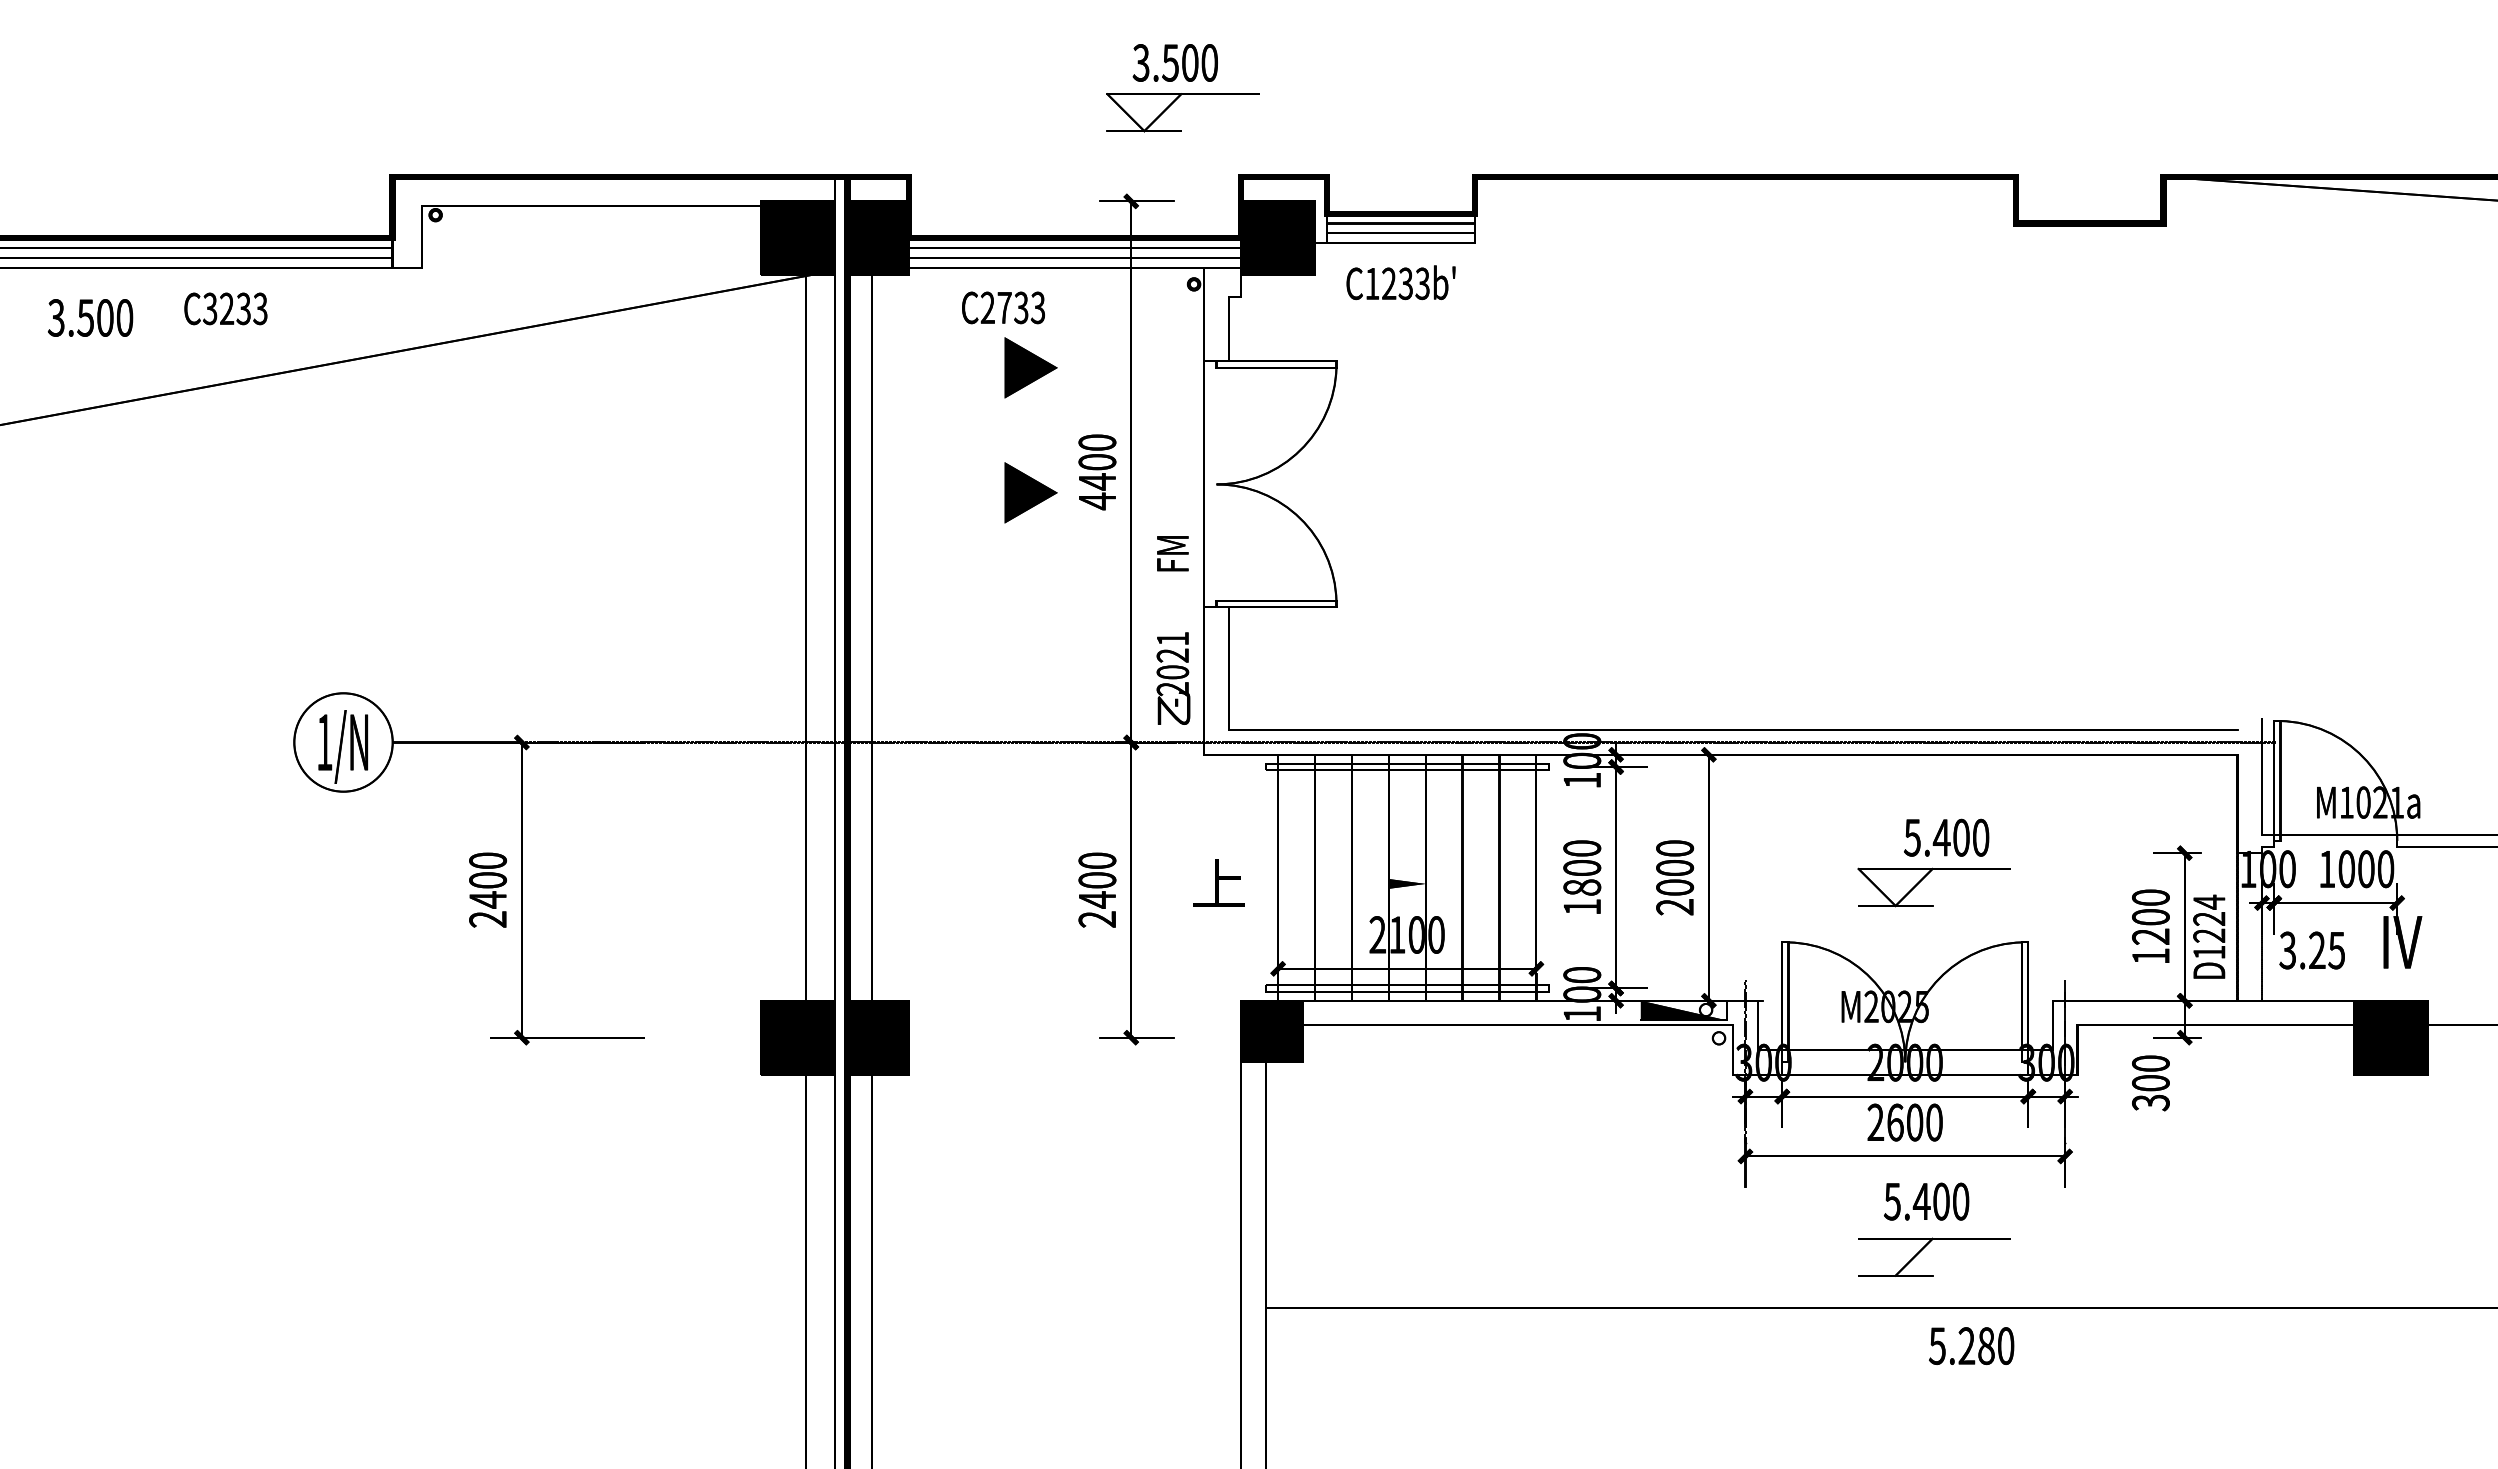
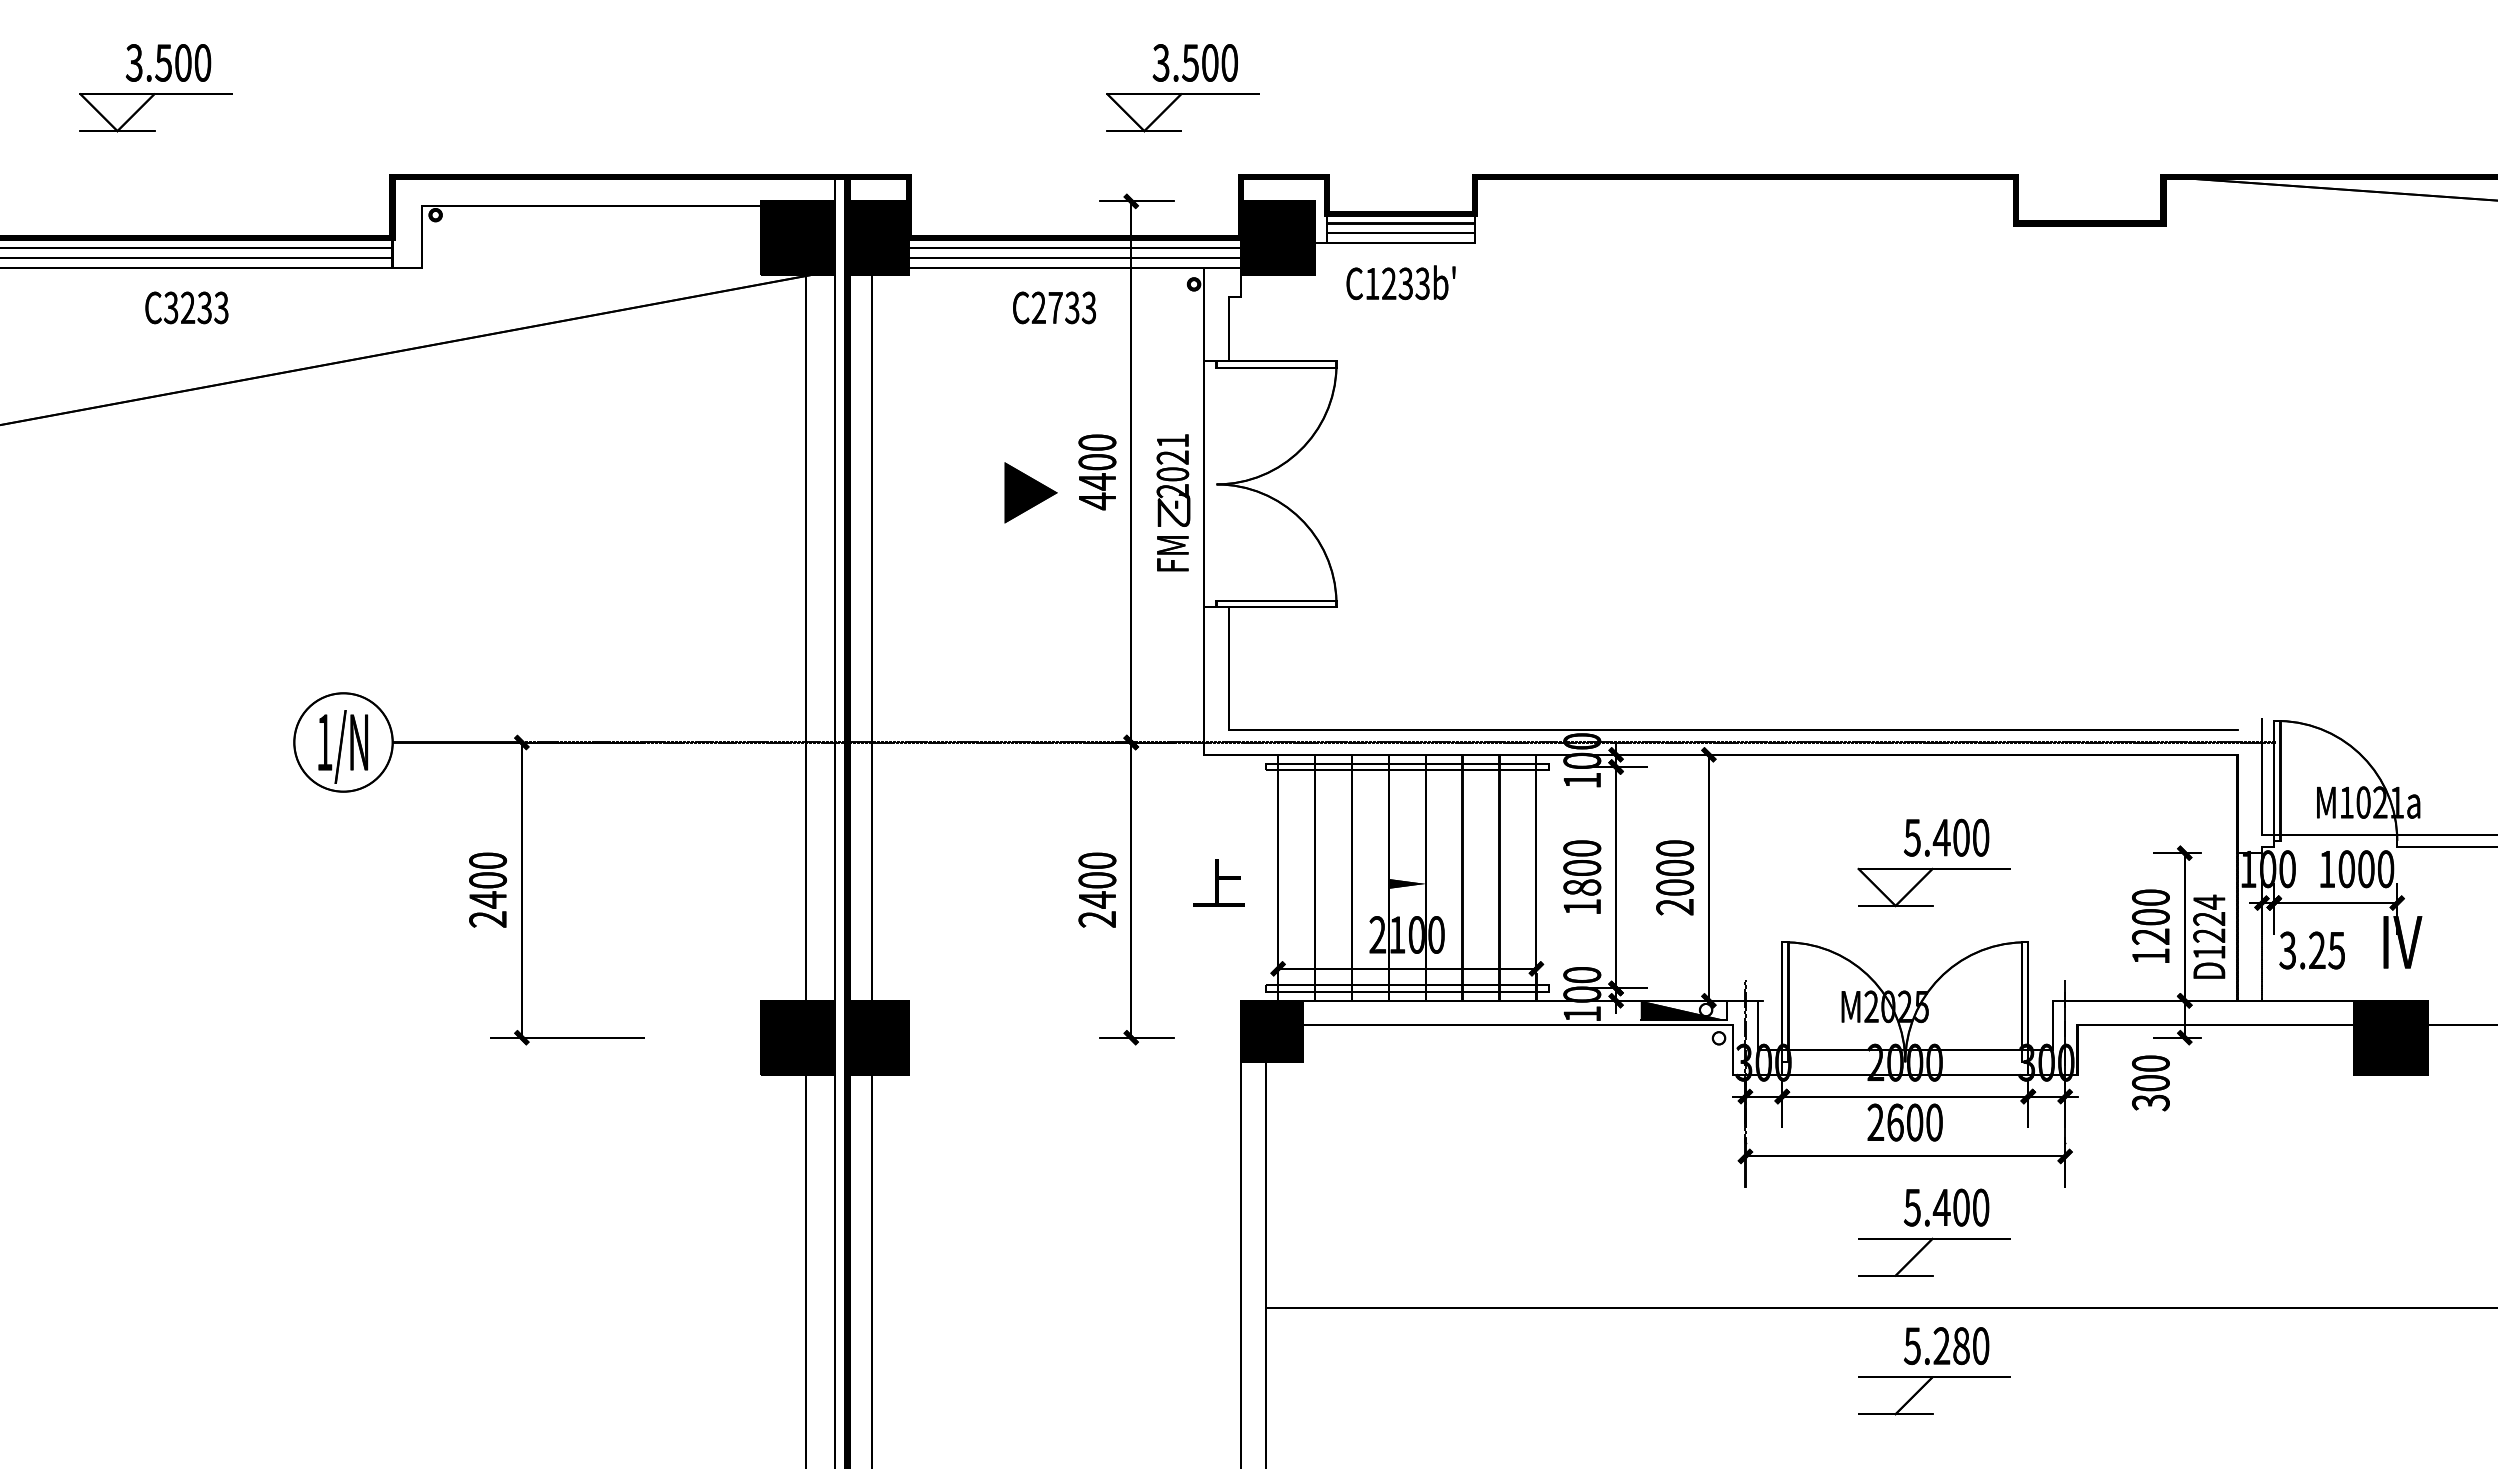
text at (1174, 62) position: (1174, 62) -> (1194, 62)
part at (146, 103): none -> present
text at (1003, 307) position: (1003, 307) -> (1054, 307)
text at (225, 308) position: (225, 308) -> (186, 307)
text at (90, 317) position: (90, 317) -> (168, 62)
part at (1030, 367): present -> none
text at (1173, 678) position: (1173, 678) -> (1173, 480)
text at (1926, 1201) position: (1926, 1201) -> (1946, 1207)
text at (1971, 1345) position: (1971, 1345) -> (1946, 1345)
part at (1925, 1385): none -> present
